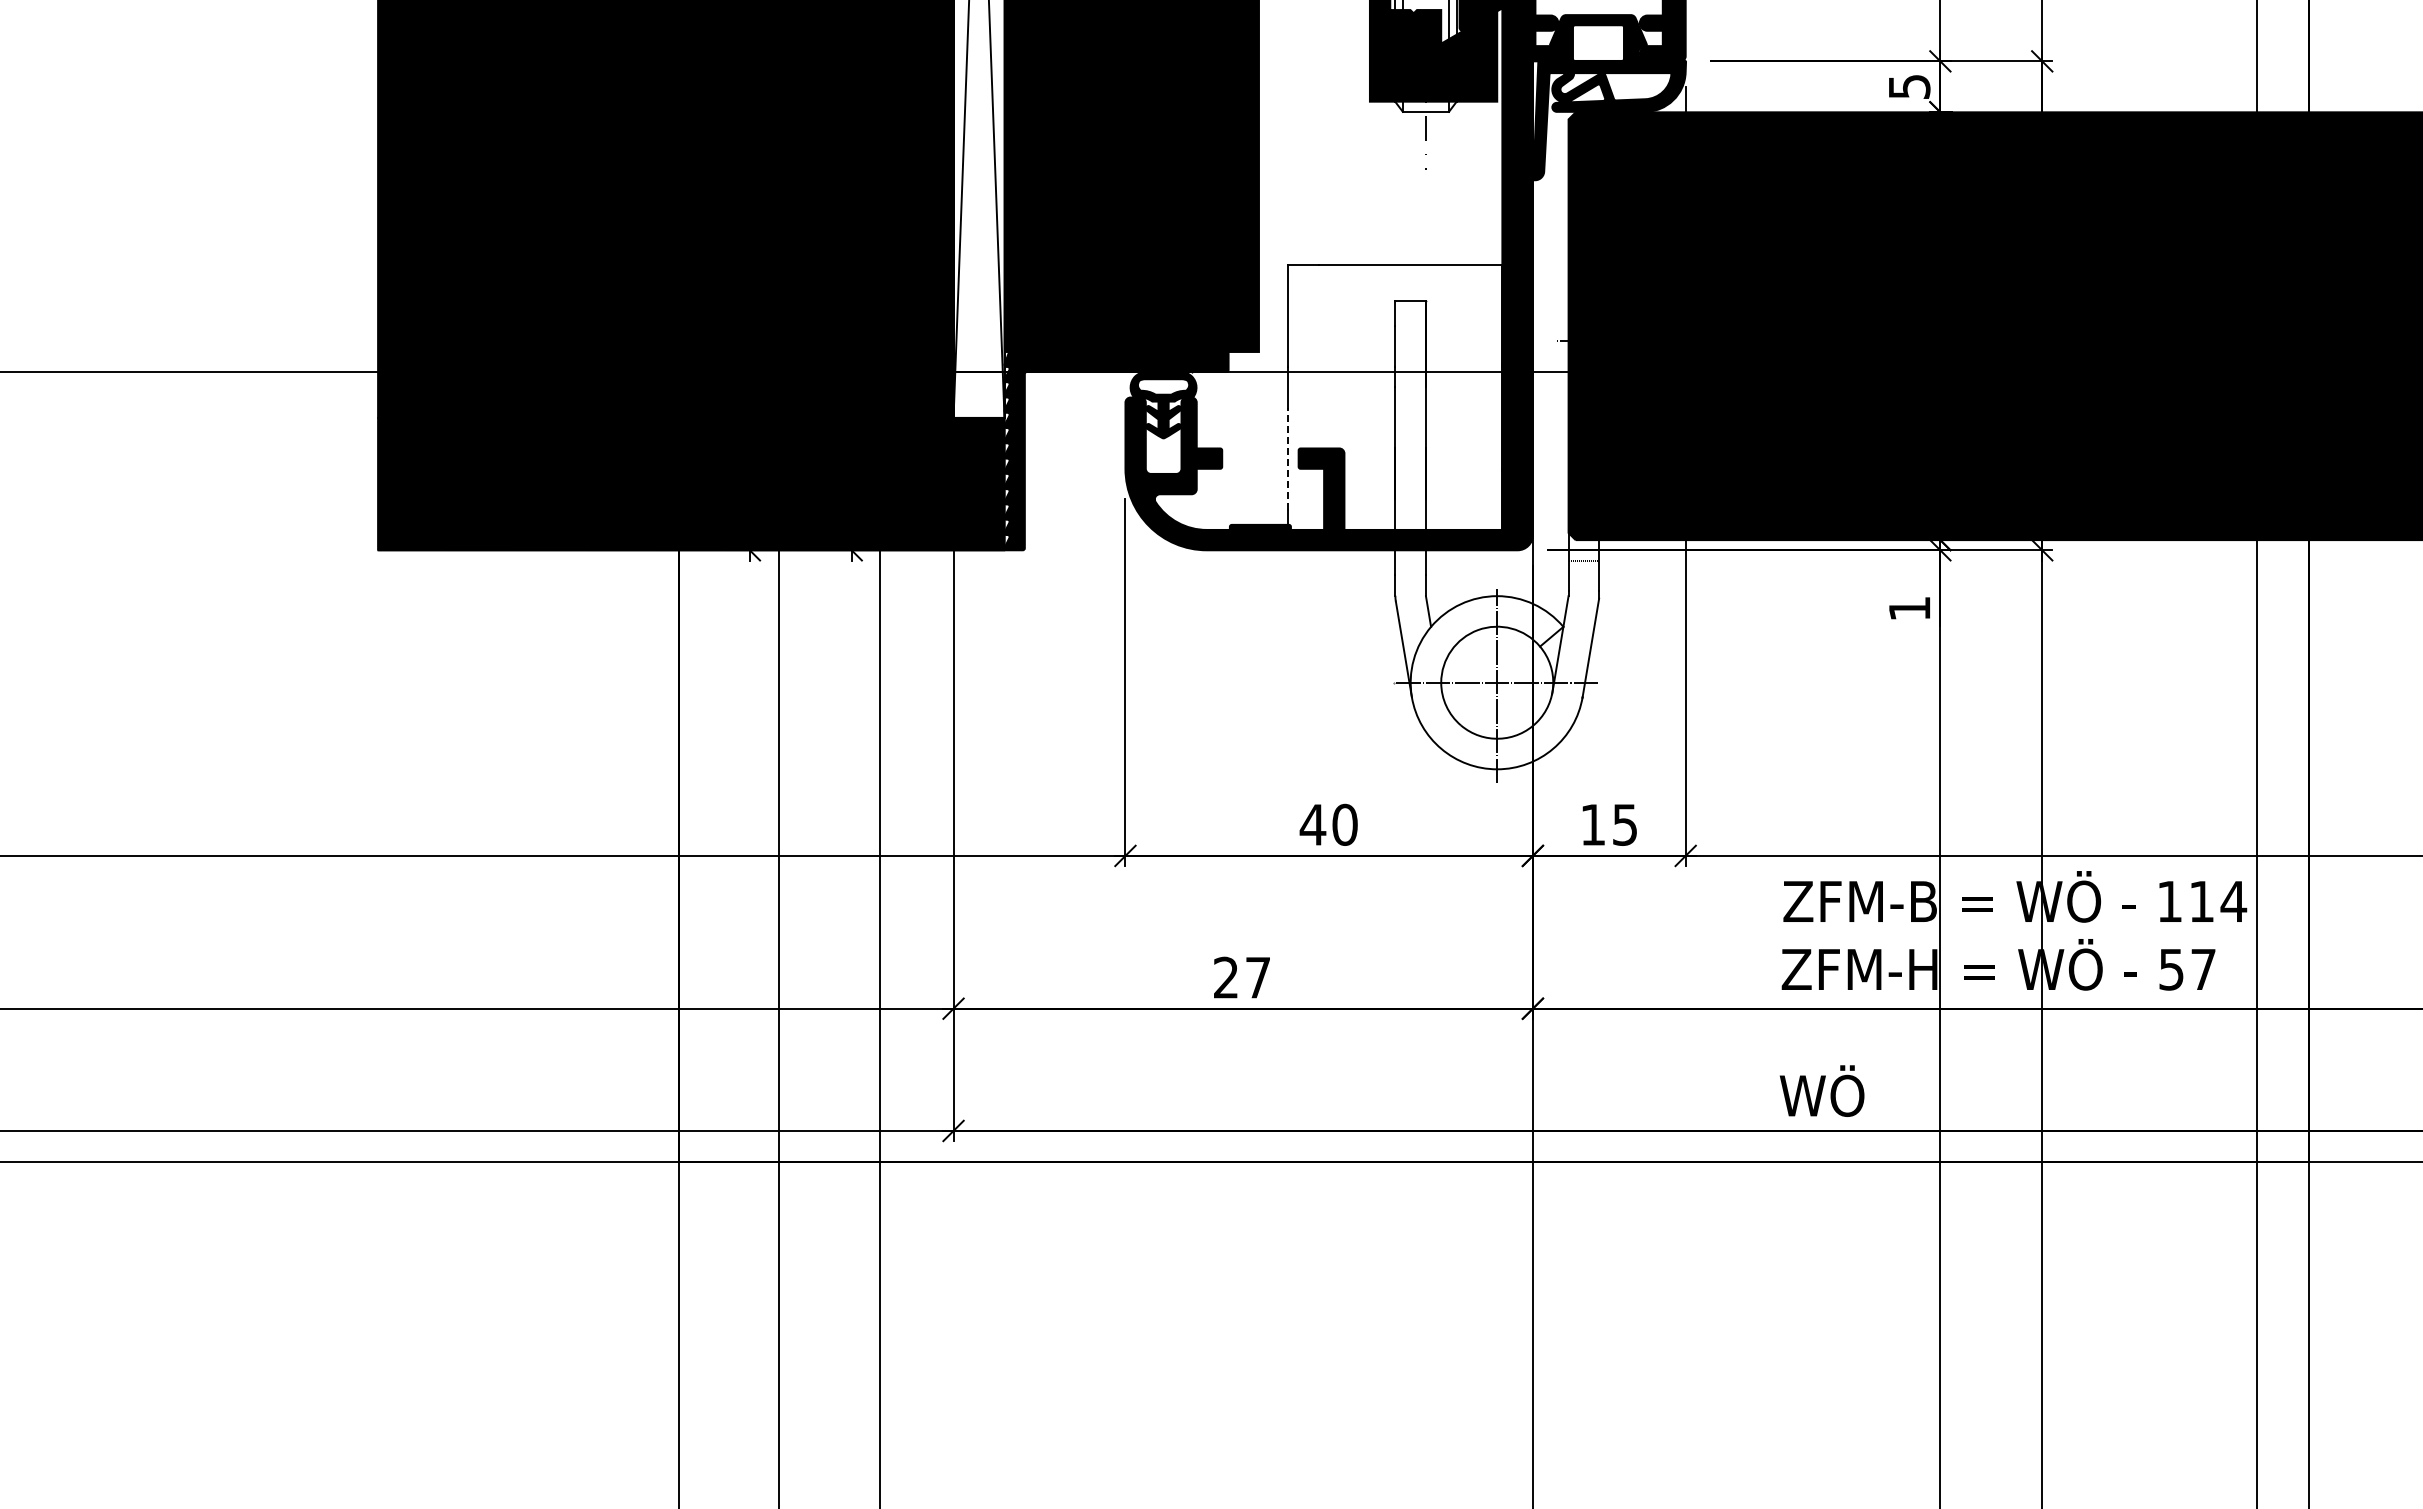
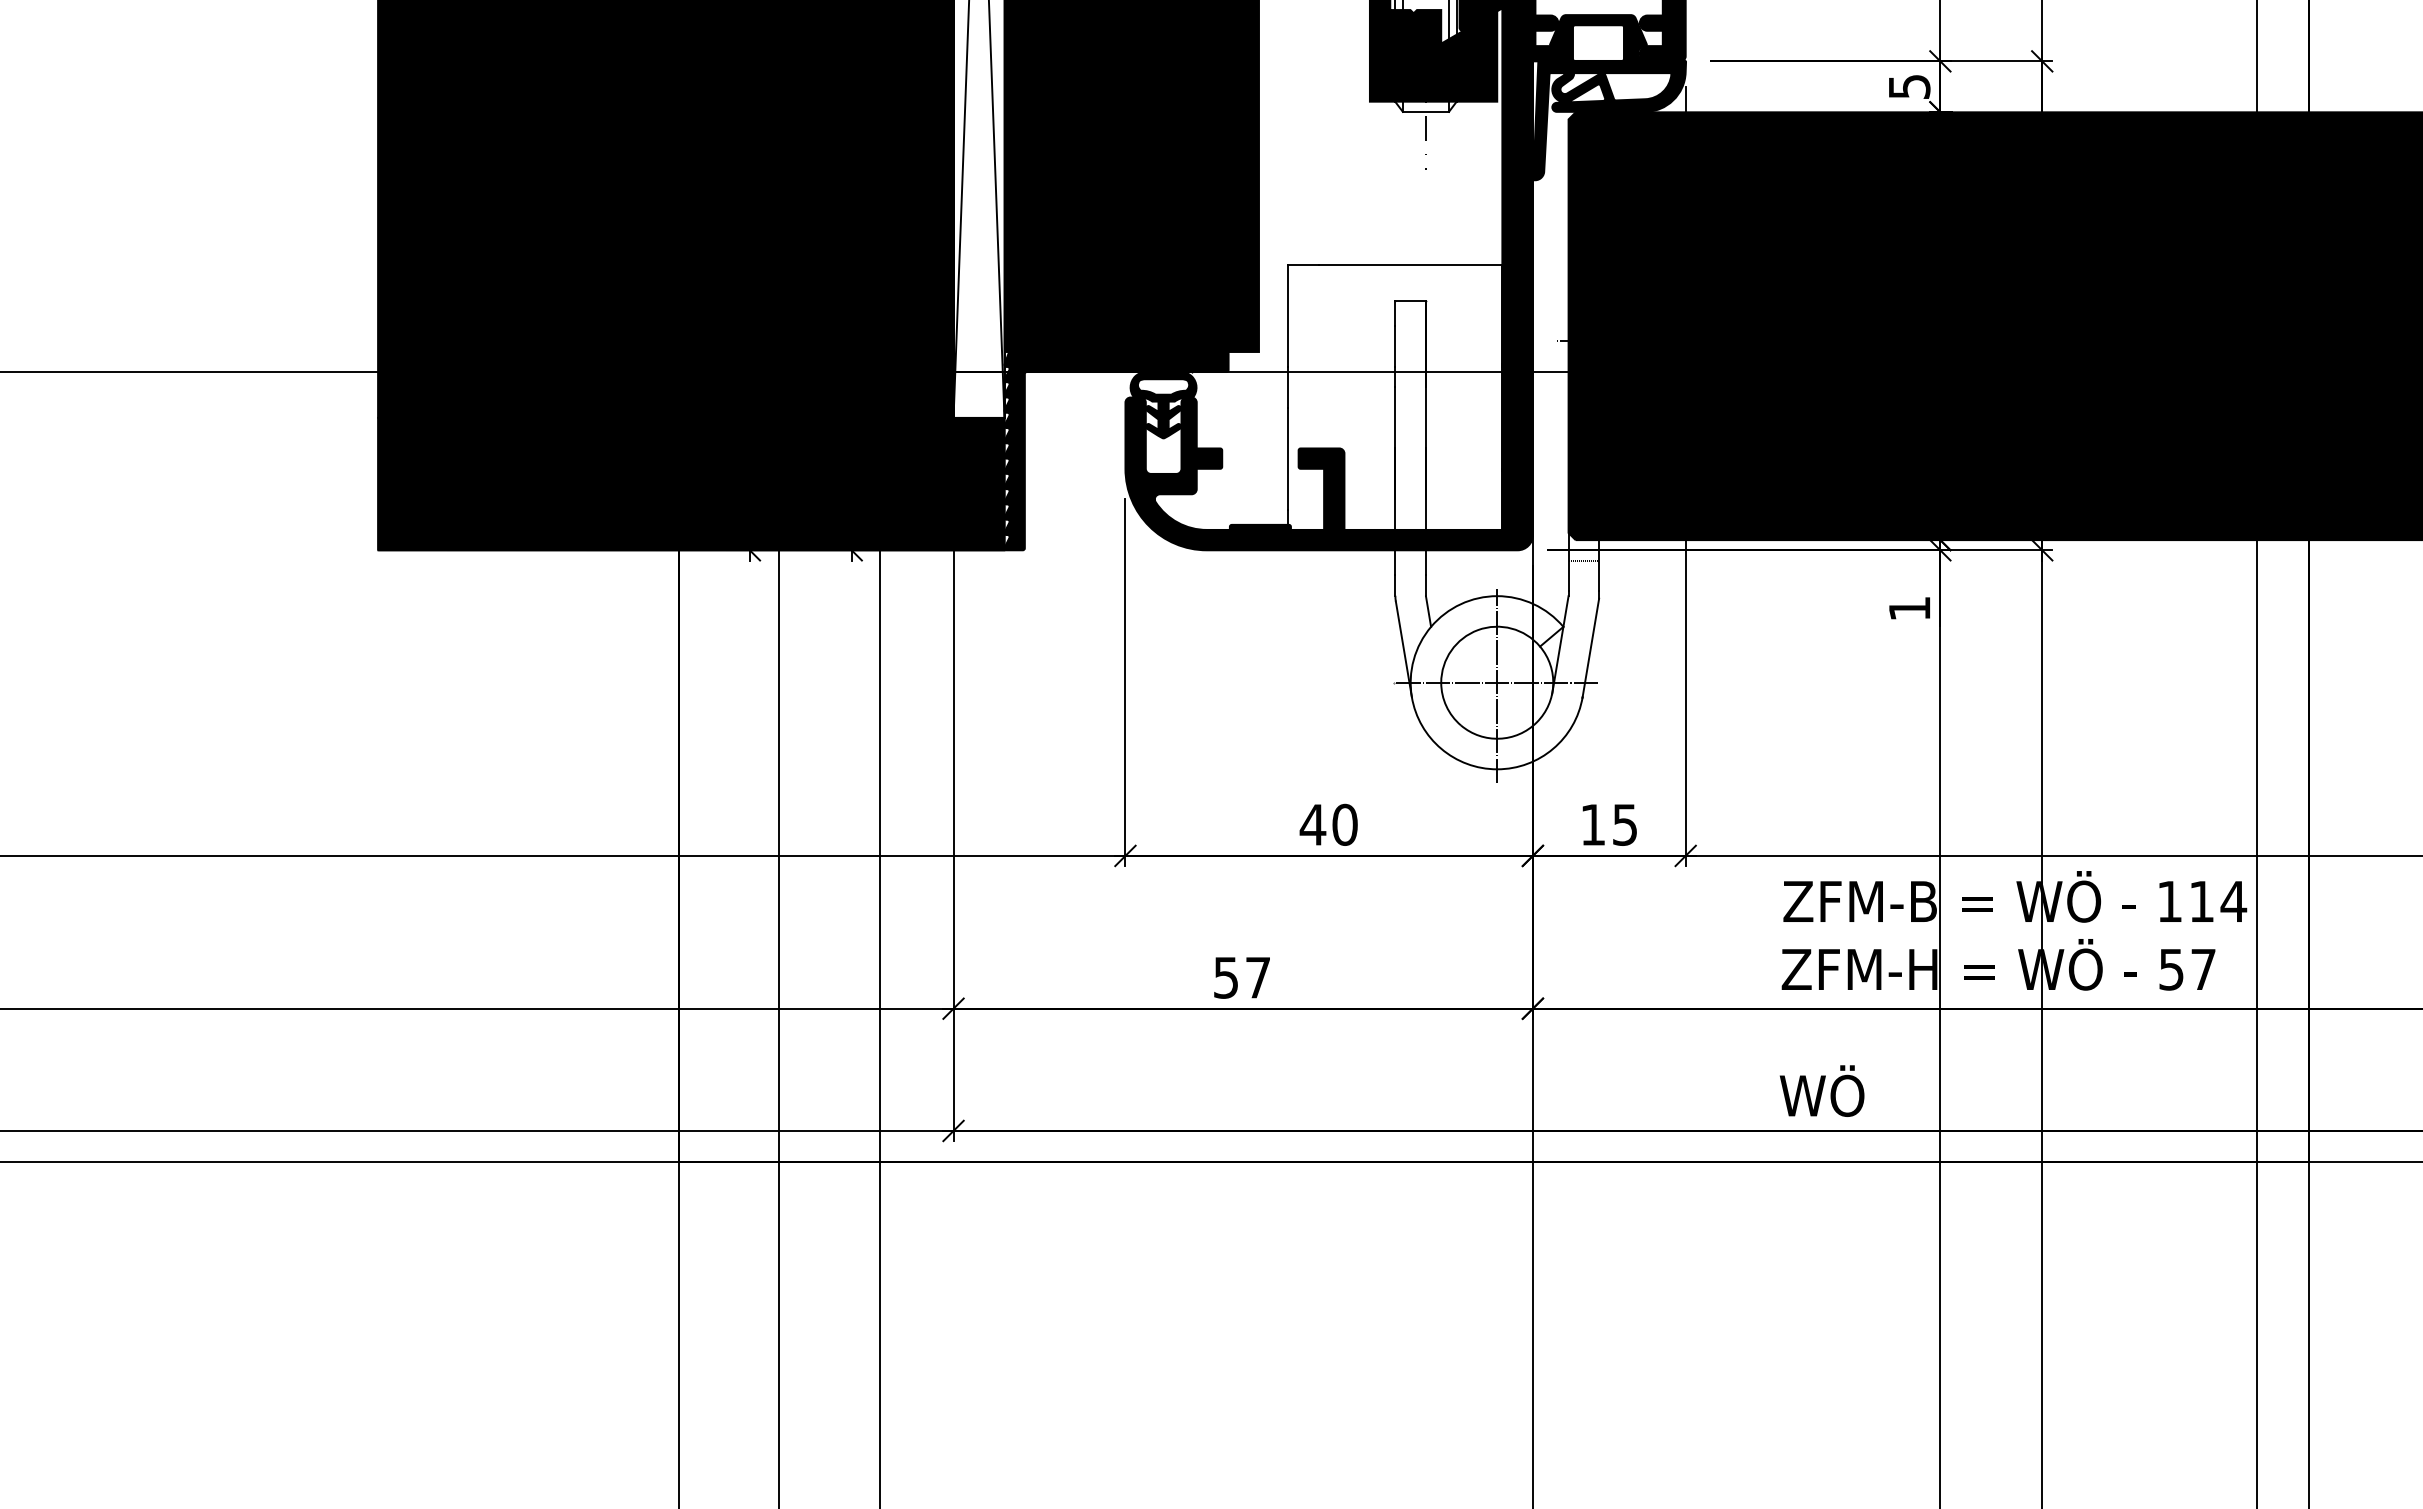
line at (1288, 458): dashed -> solid
text at (1225, 977): 27 -> 57
